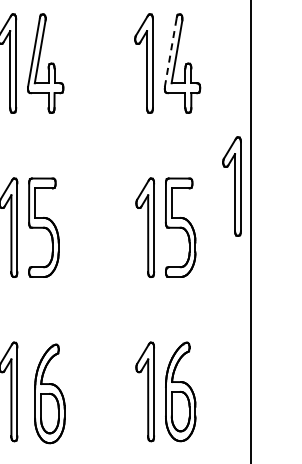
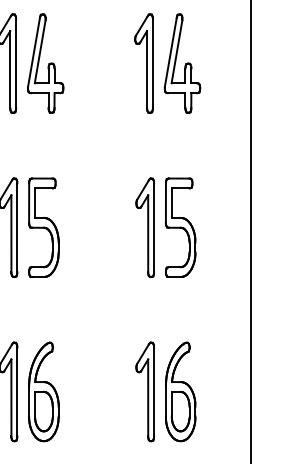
line at (170, 52): dashed -> solid
part at (231, 186): present -> none
part at (49, 393) position: (49, 393) -> (43, 391)
